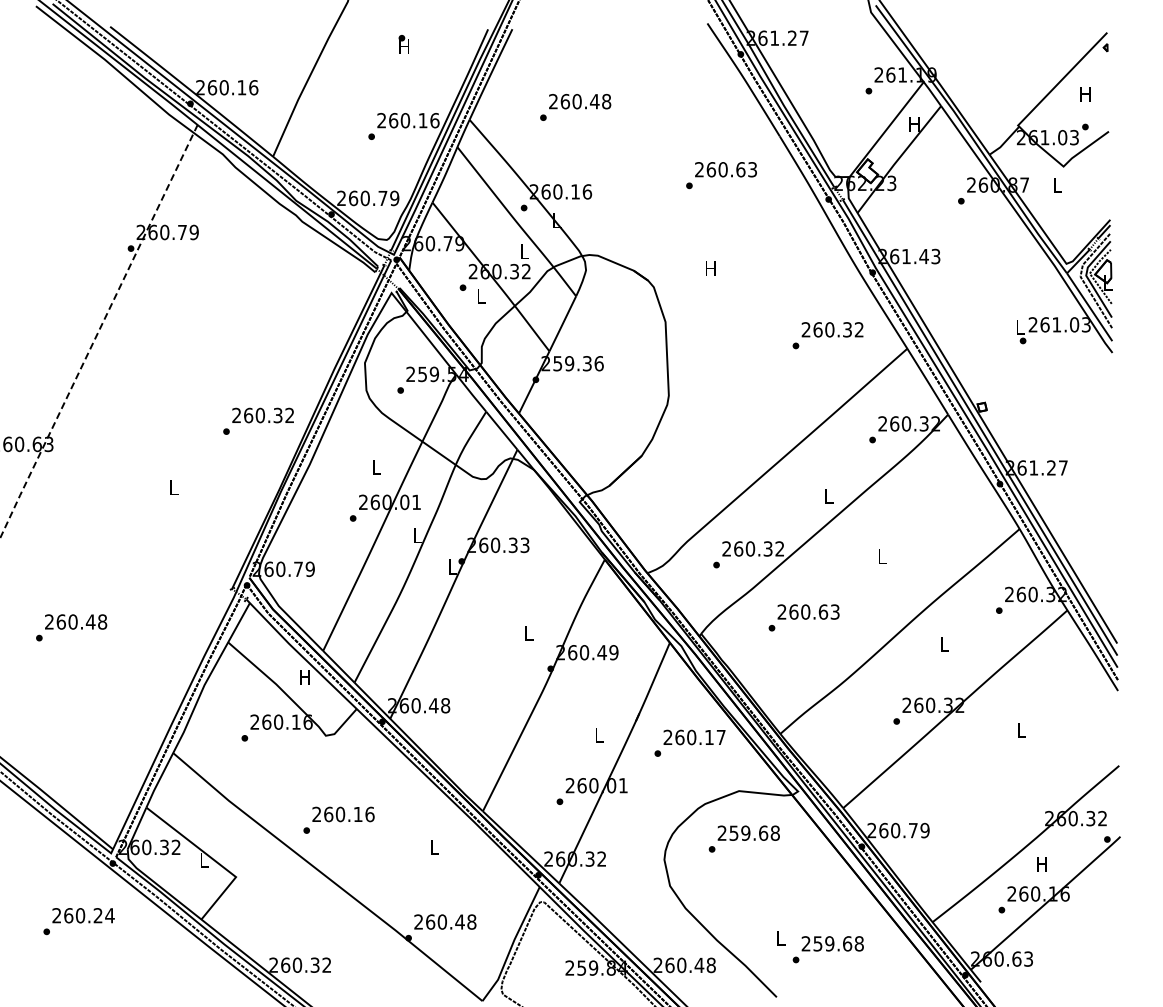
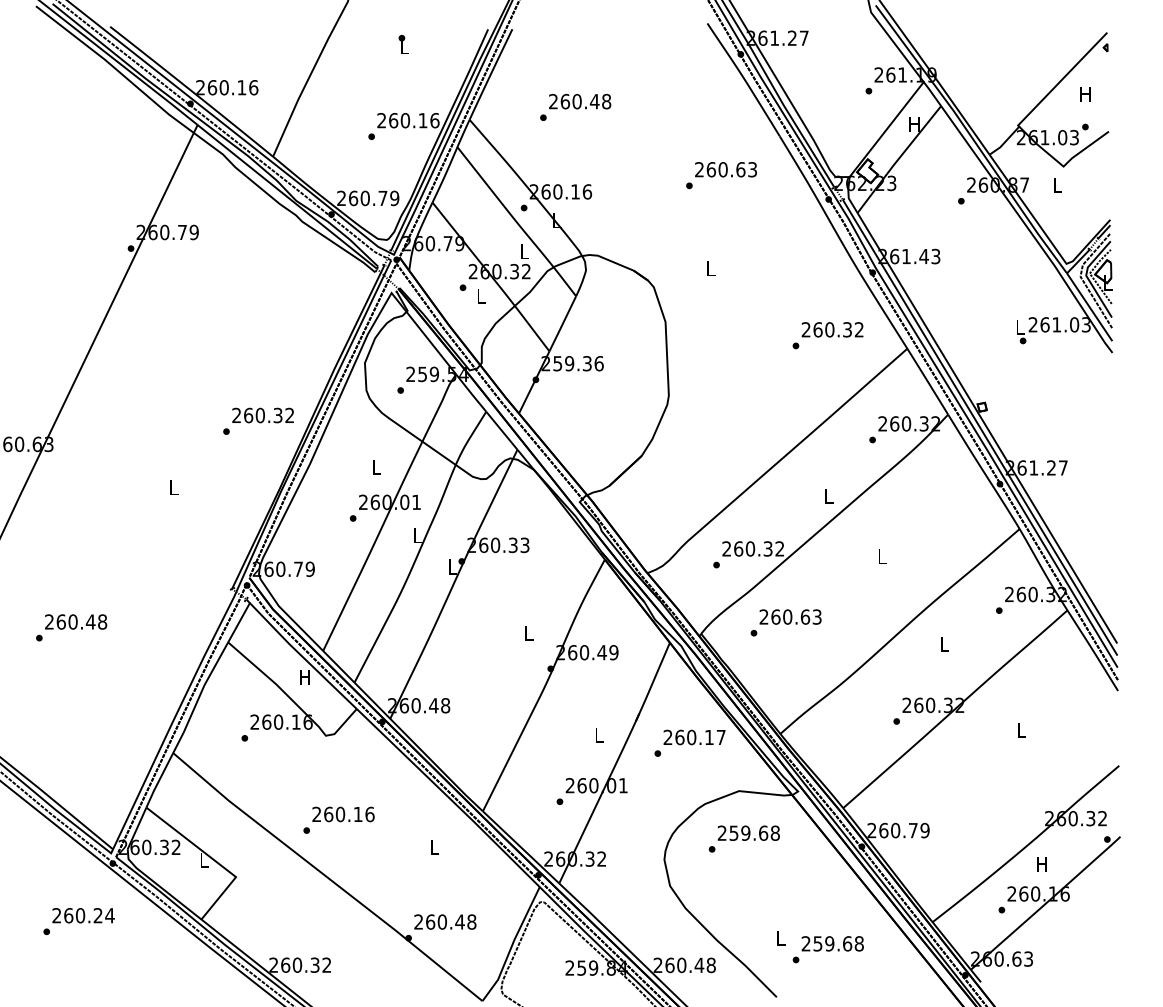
text at (403, 46): H -> L
text at (710, 268): H -> L
line at (98, 332): dashed -> solid
text at (803, 617) position: (803, 617) -> (785, 622)
